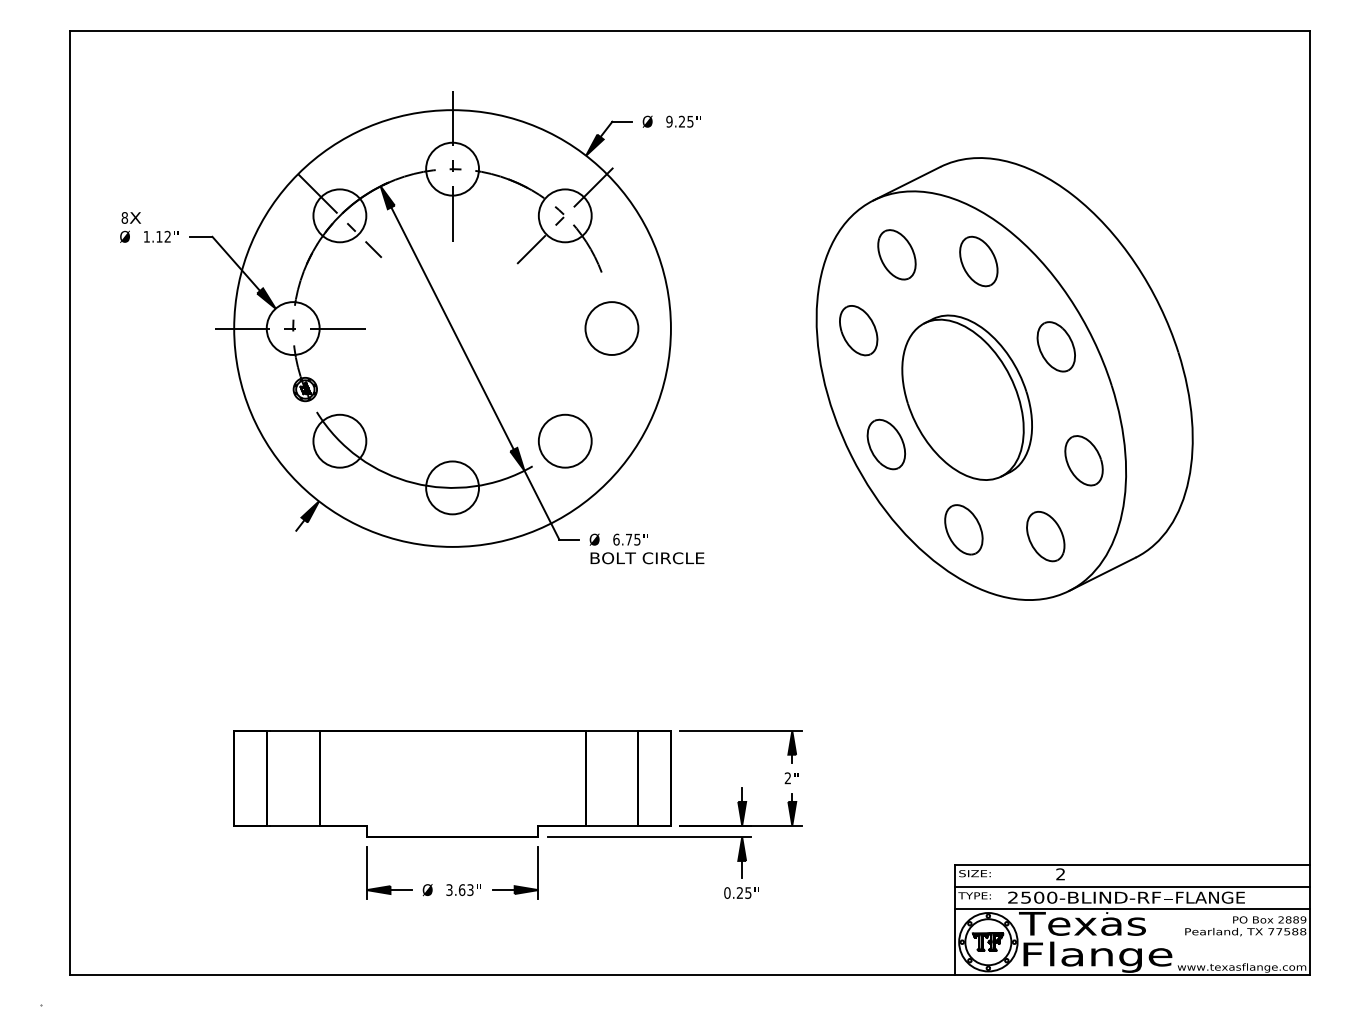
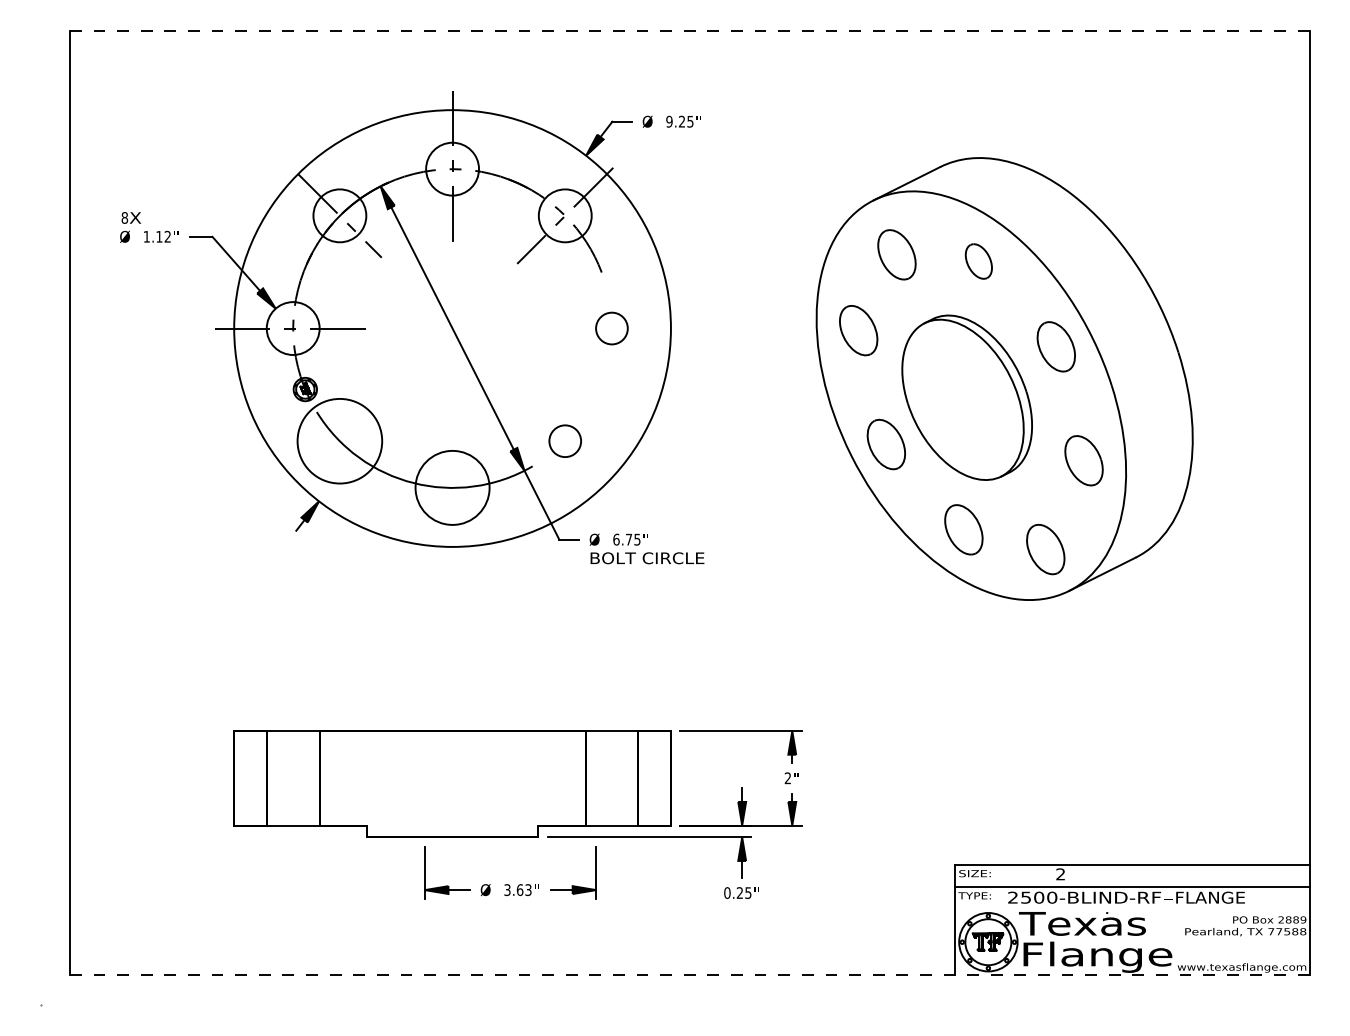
line at (689, 31): solid -> dashed
part at (978, 261) size: 40x53 px -> 29x37 px
circle at (611, 328) diameter: 53 px -> 32 px
circle at (339, 440) diameter: 53 px -> 85 px
circle at (564, 440) diameter: 53 px -> 32 px
circle at (452, 487) diameter: 53 px -> 74 px
part at (1045, 536) position: (1045, 536) -> (1045, 549)
part at (451, 884) position: (451, 884) -> (509, 884)
line at (1132, 909): present -> none
line at (689, 975): solid -> dashed
